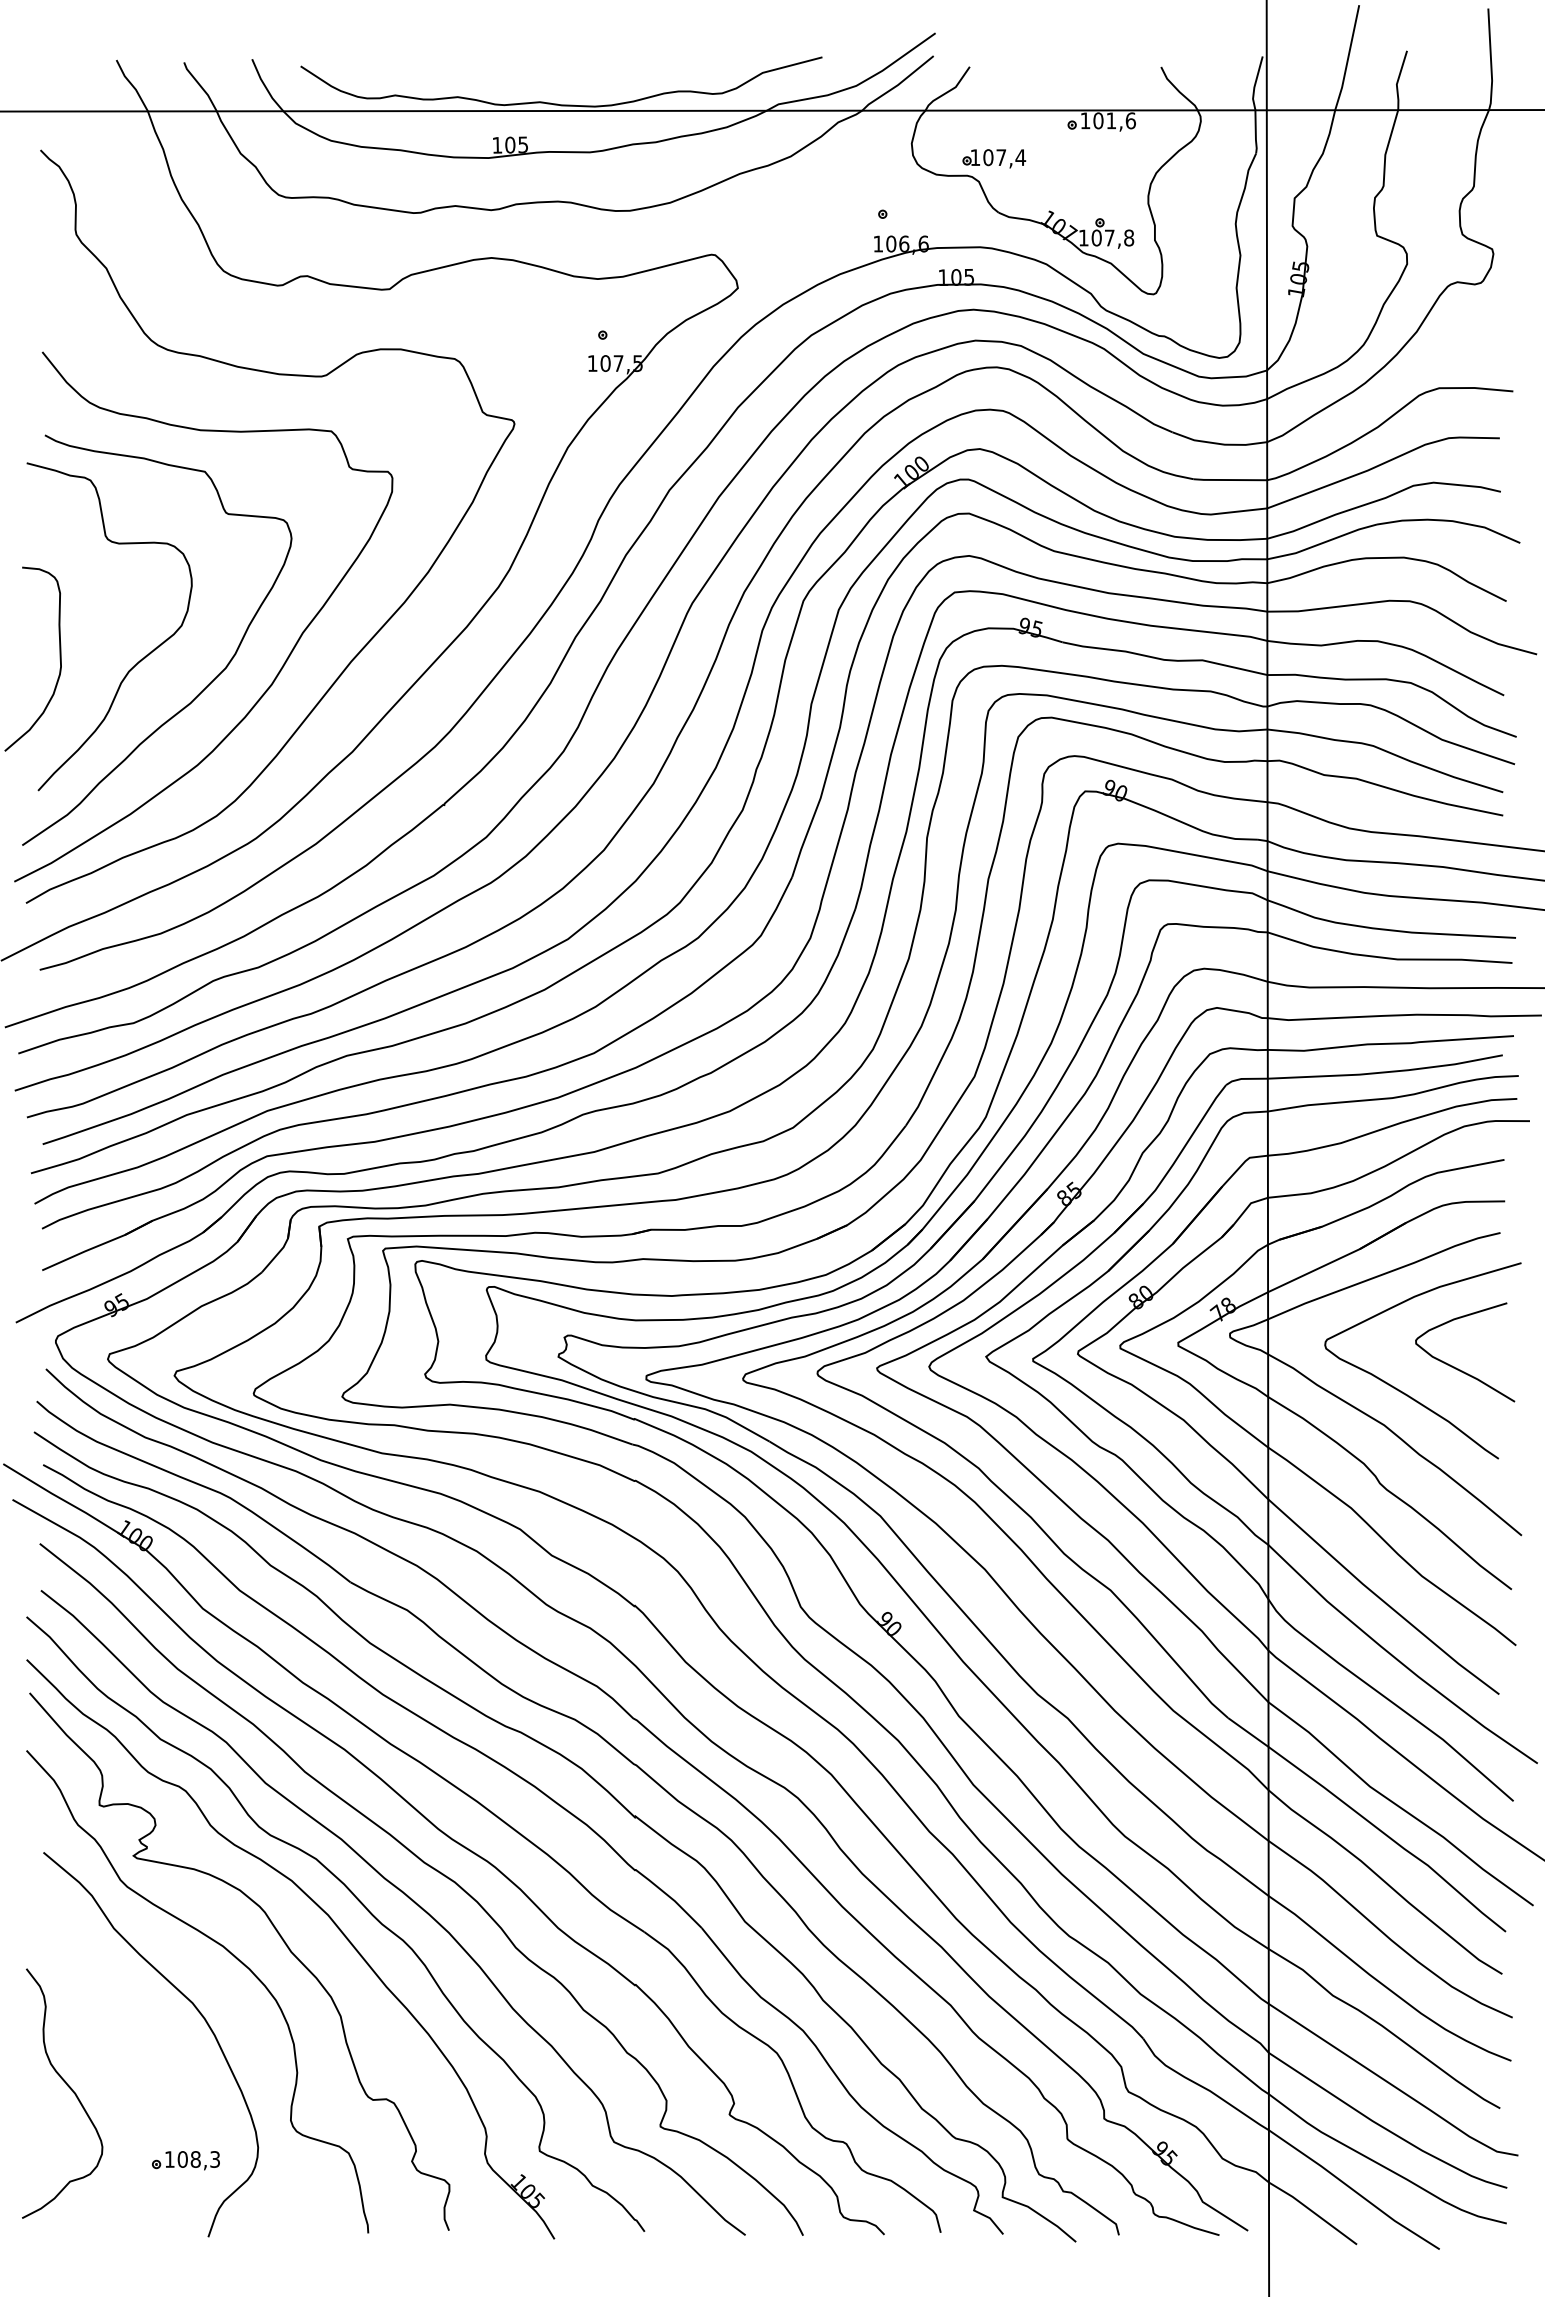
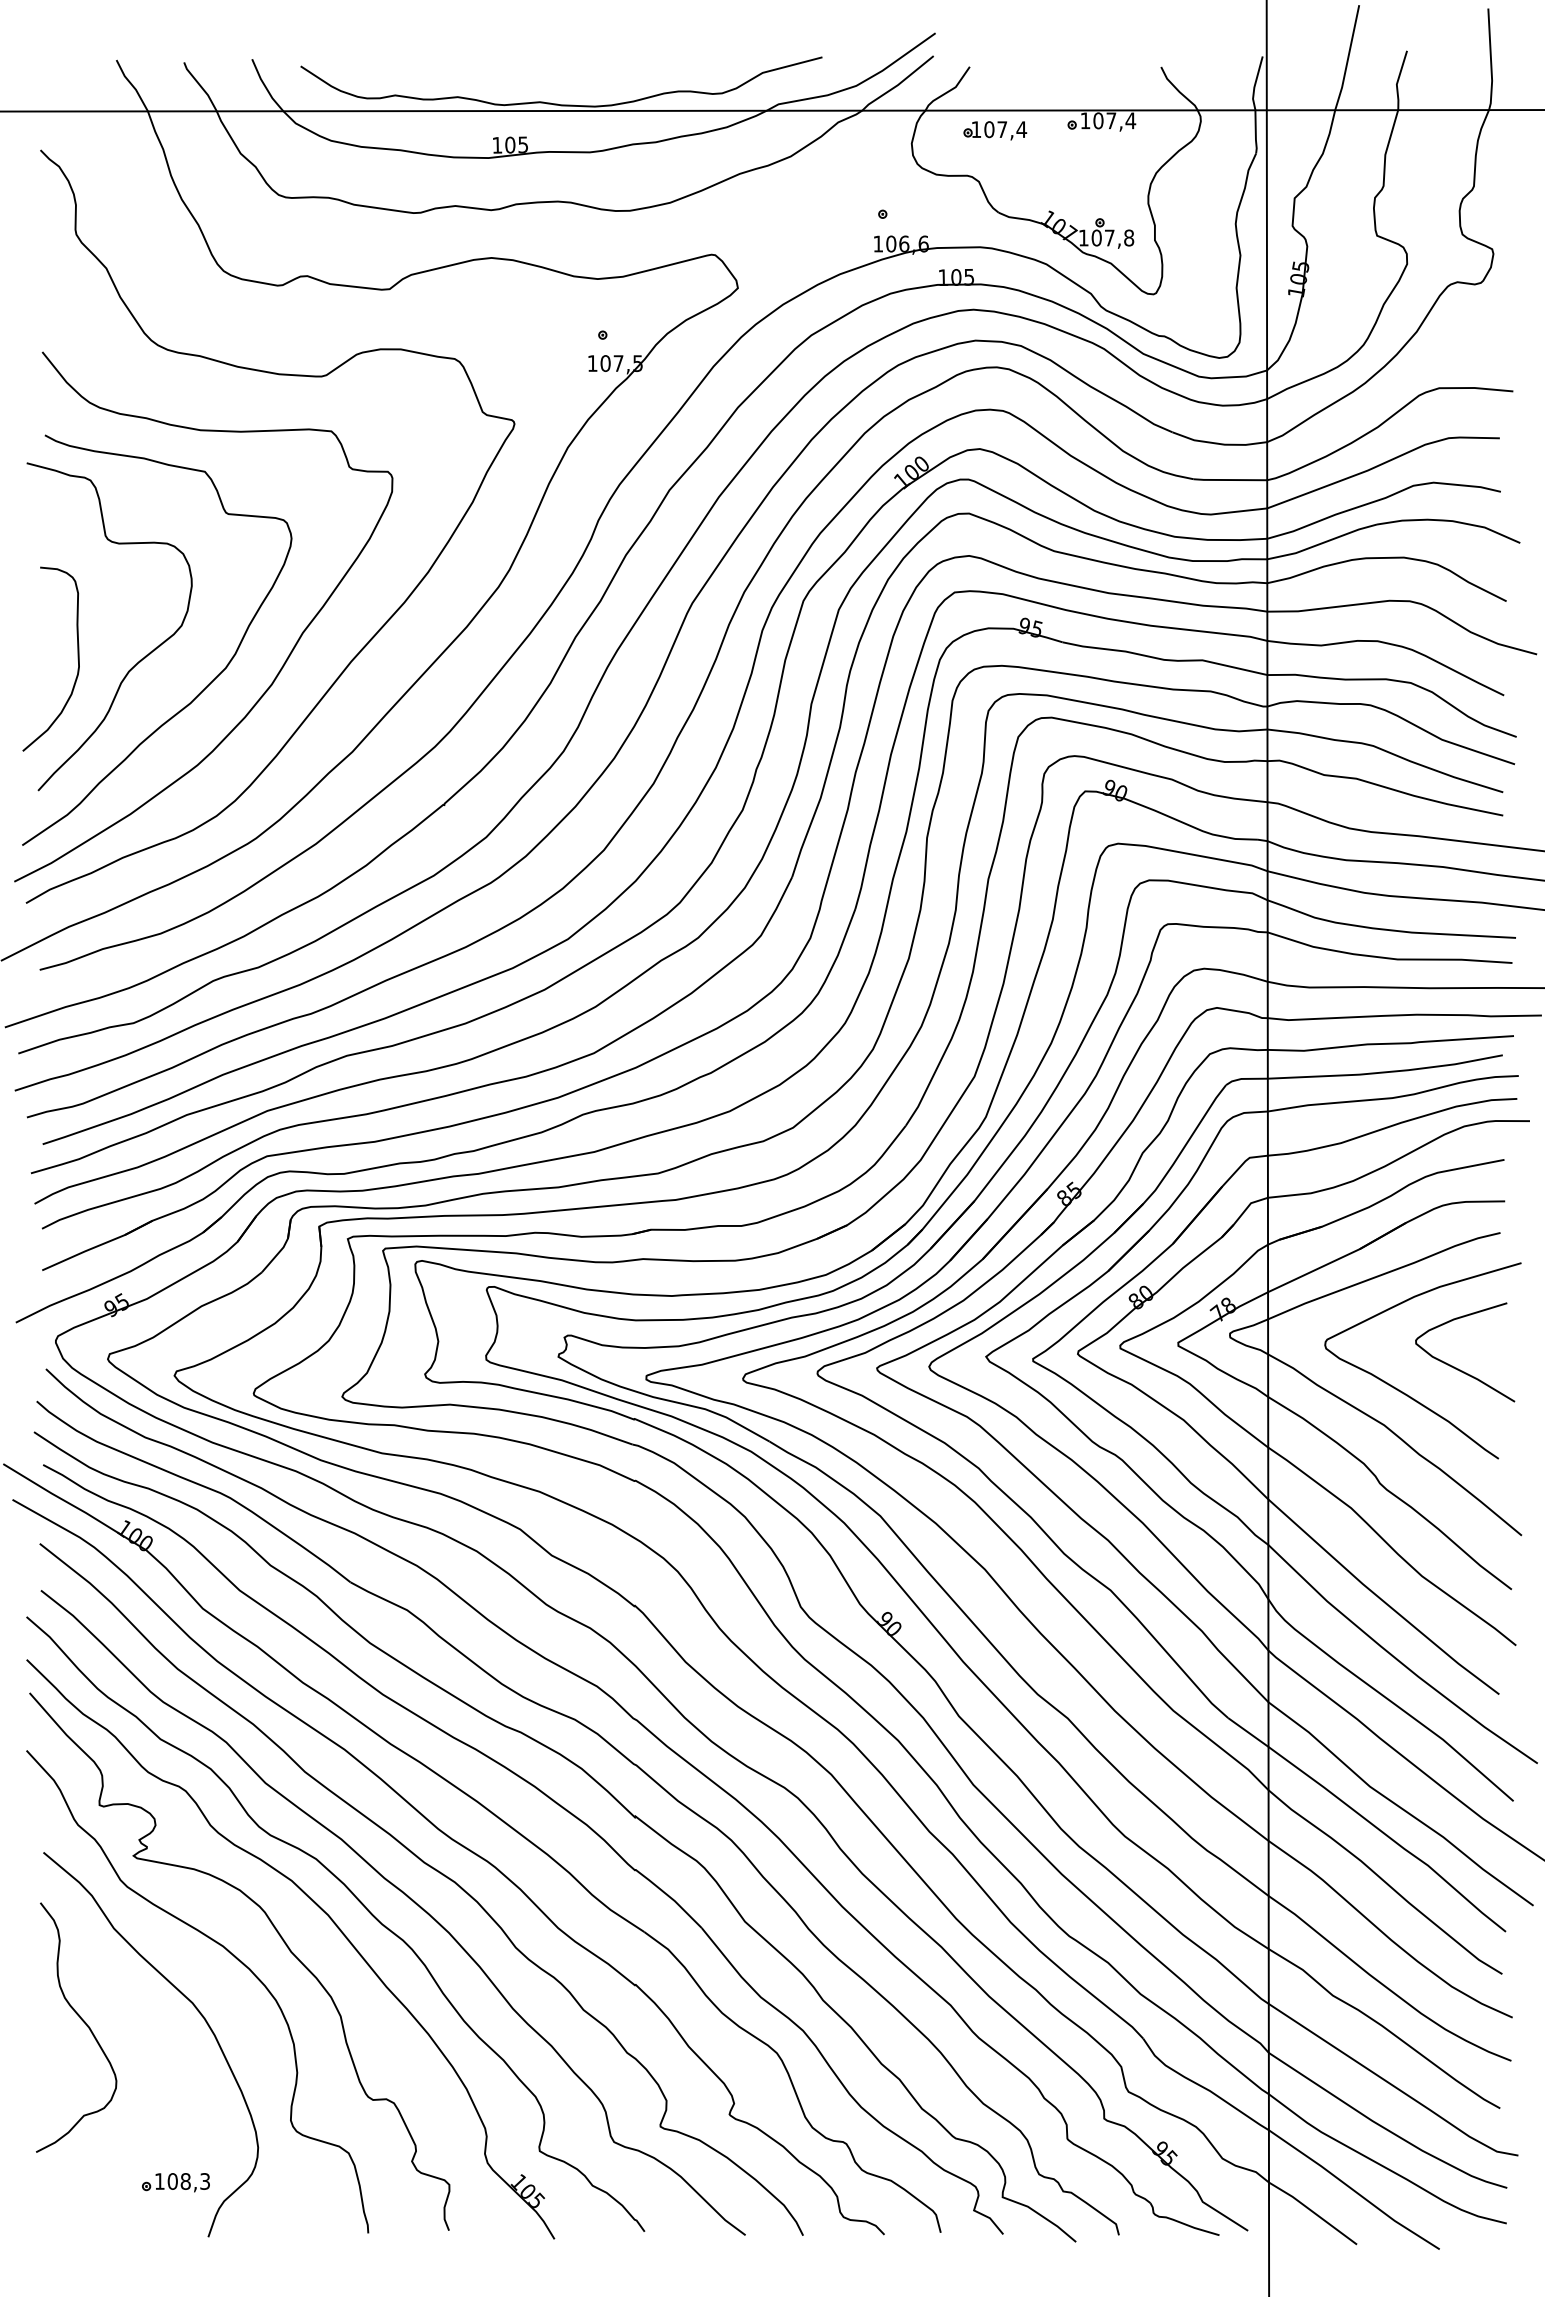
text at (1121, 120): 101,6 -> 107,4
part at (994, 158) position: (994, 158) -> (995, 130)
curve at (59, 658) position: (59, 658) -> (77, 658)
curve at (68, 2087) position: (68, 2087) -> (82, 2021)
part at (185, 2160) position: (185, 2160) -> (175, 2182)
